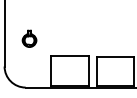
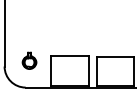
part at (29, 38) position: (29, 38) -> (29, 60)
